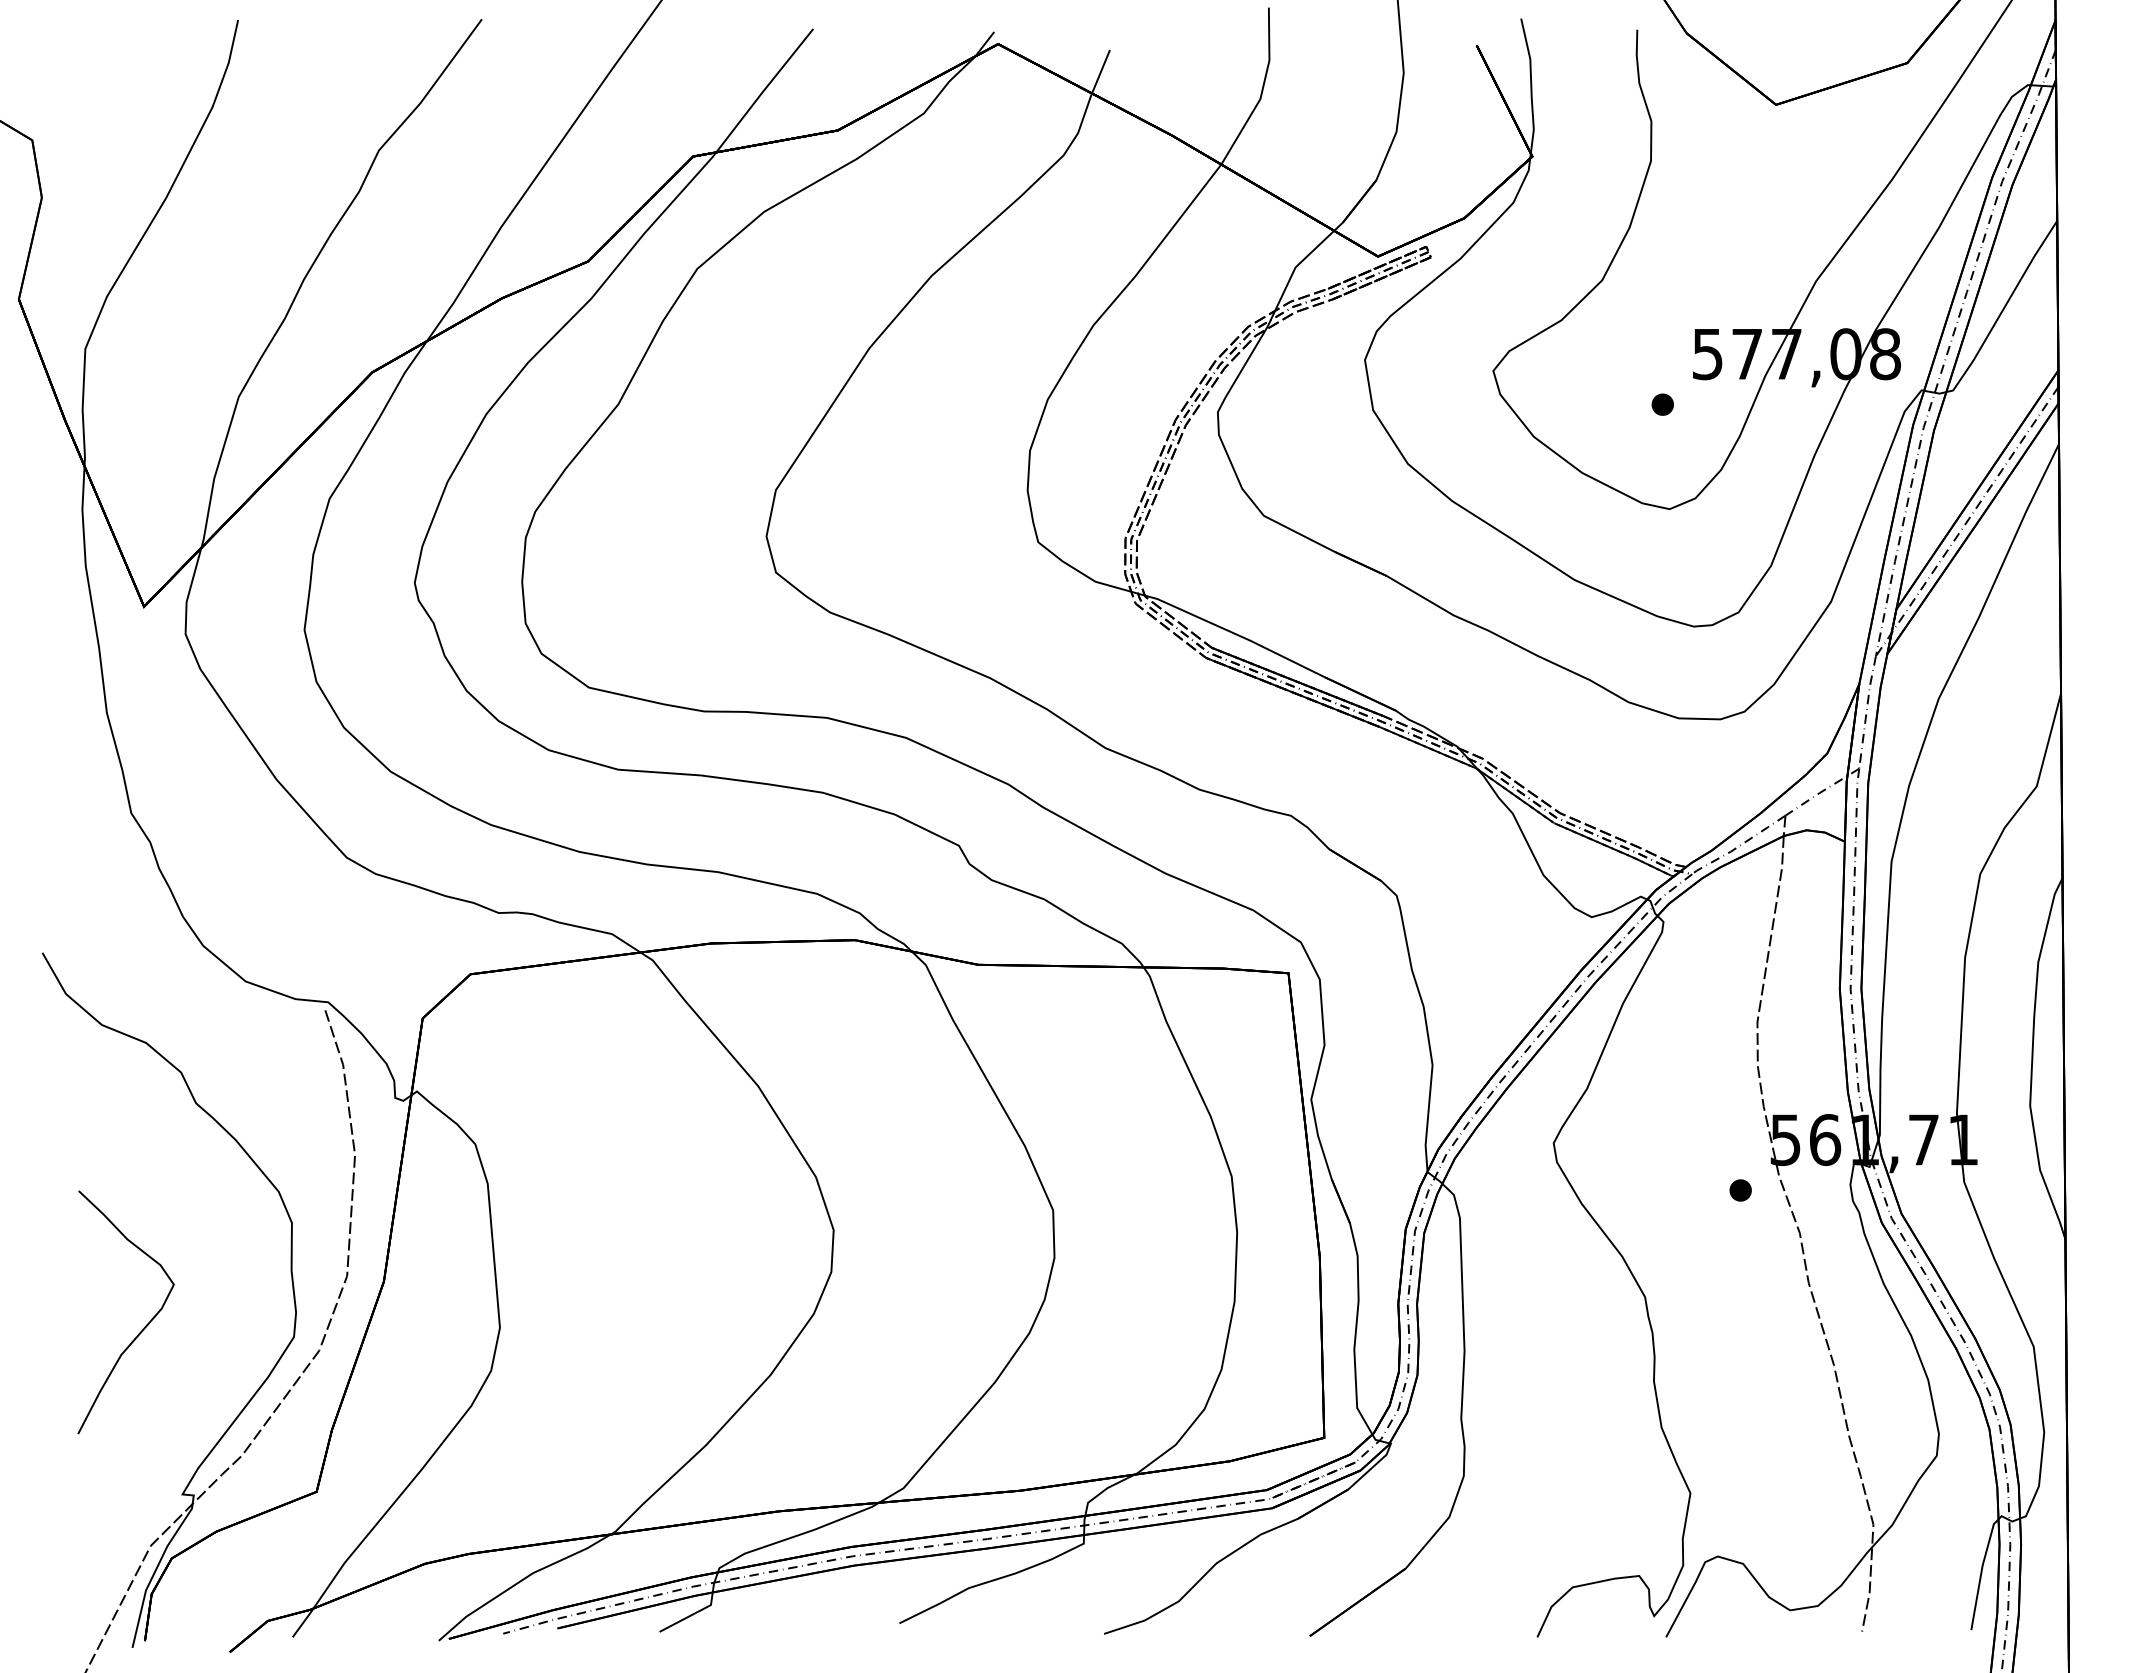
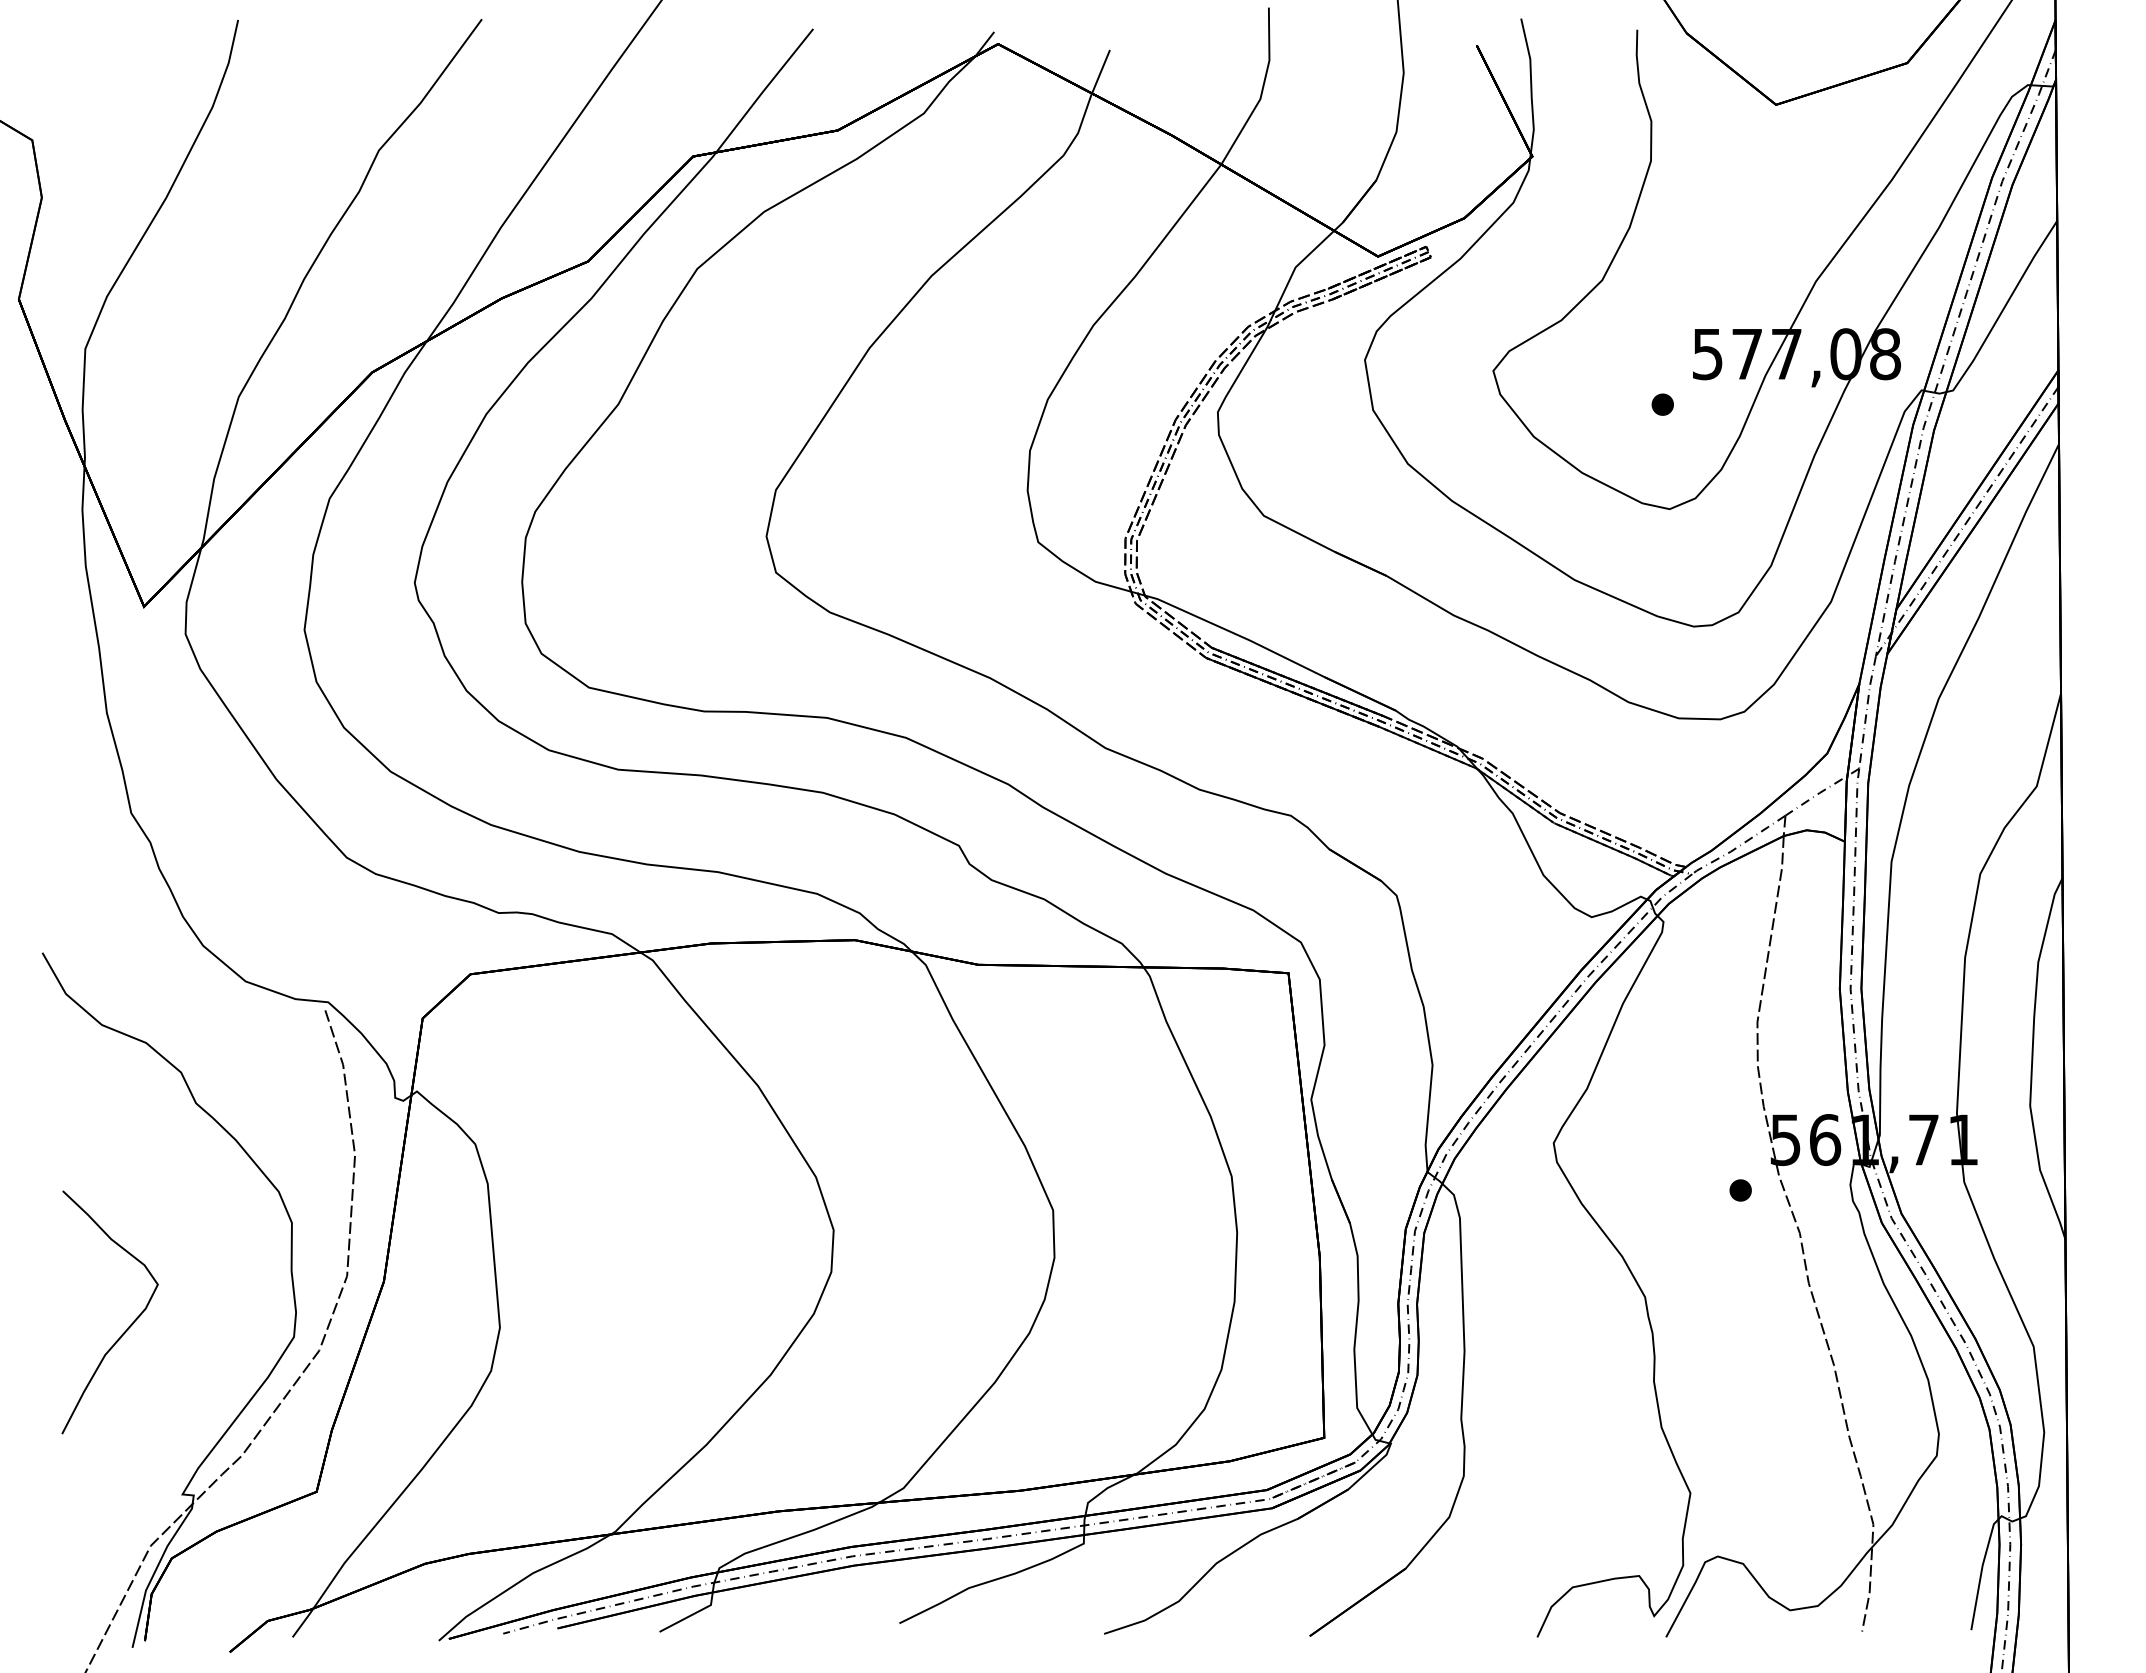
curve at (144, 1326) position: (144, 1326) -> (128, 1326)
